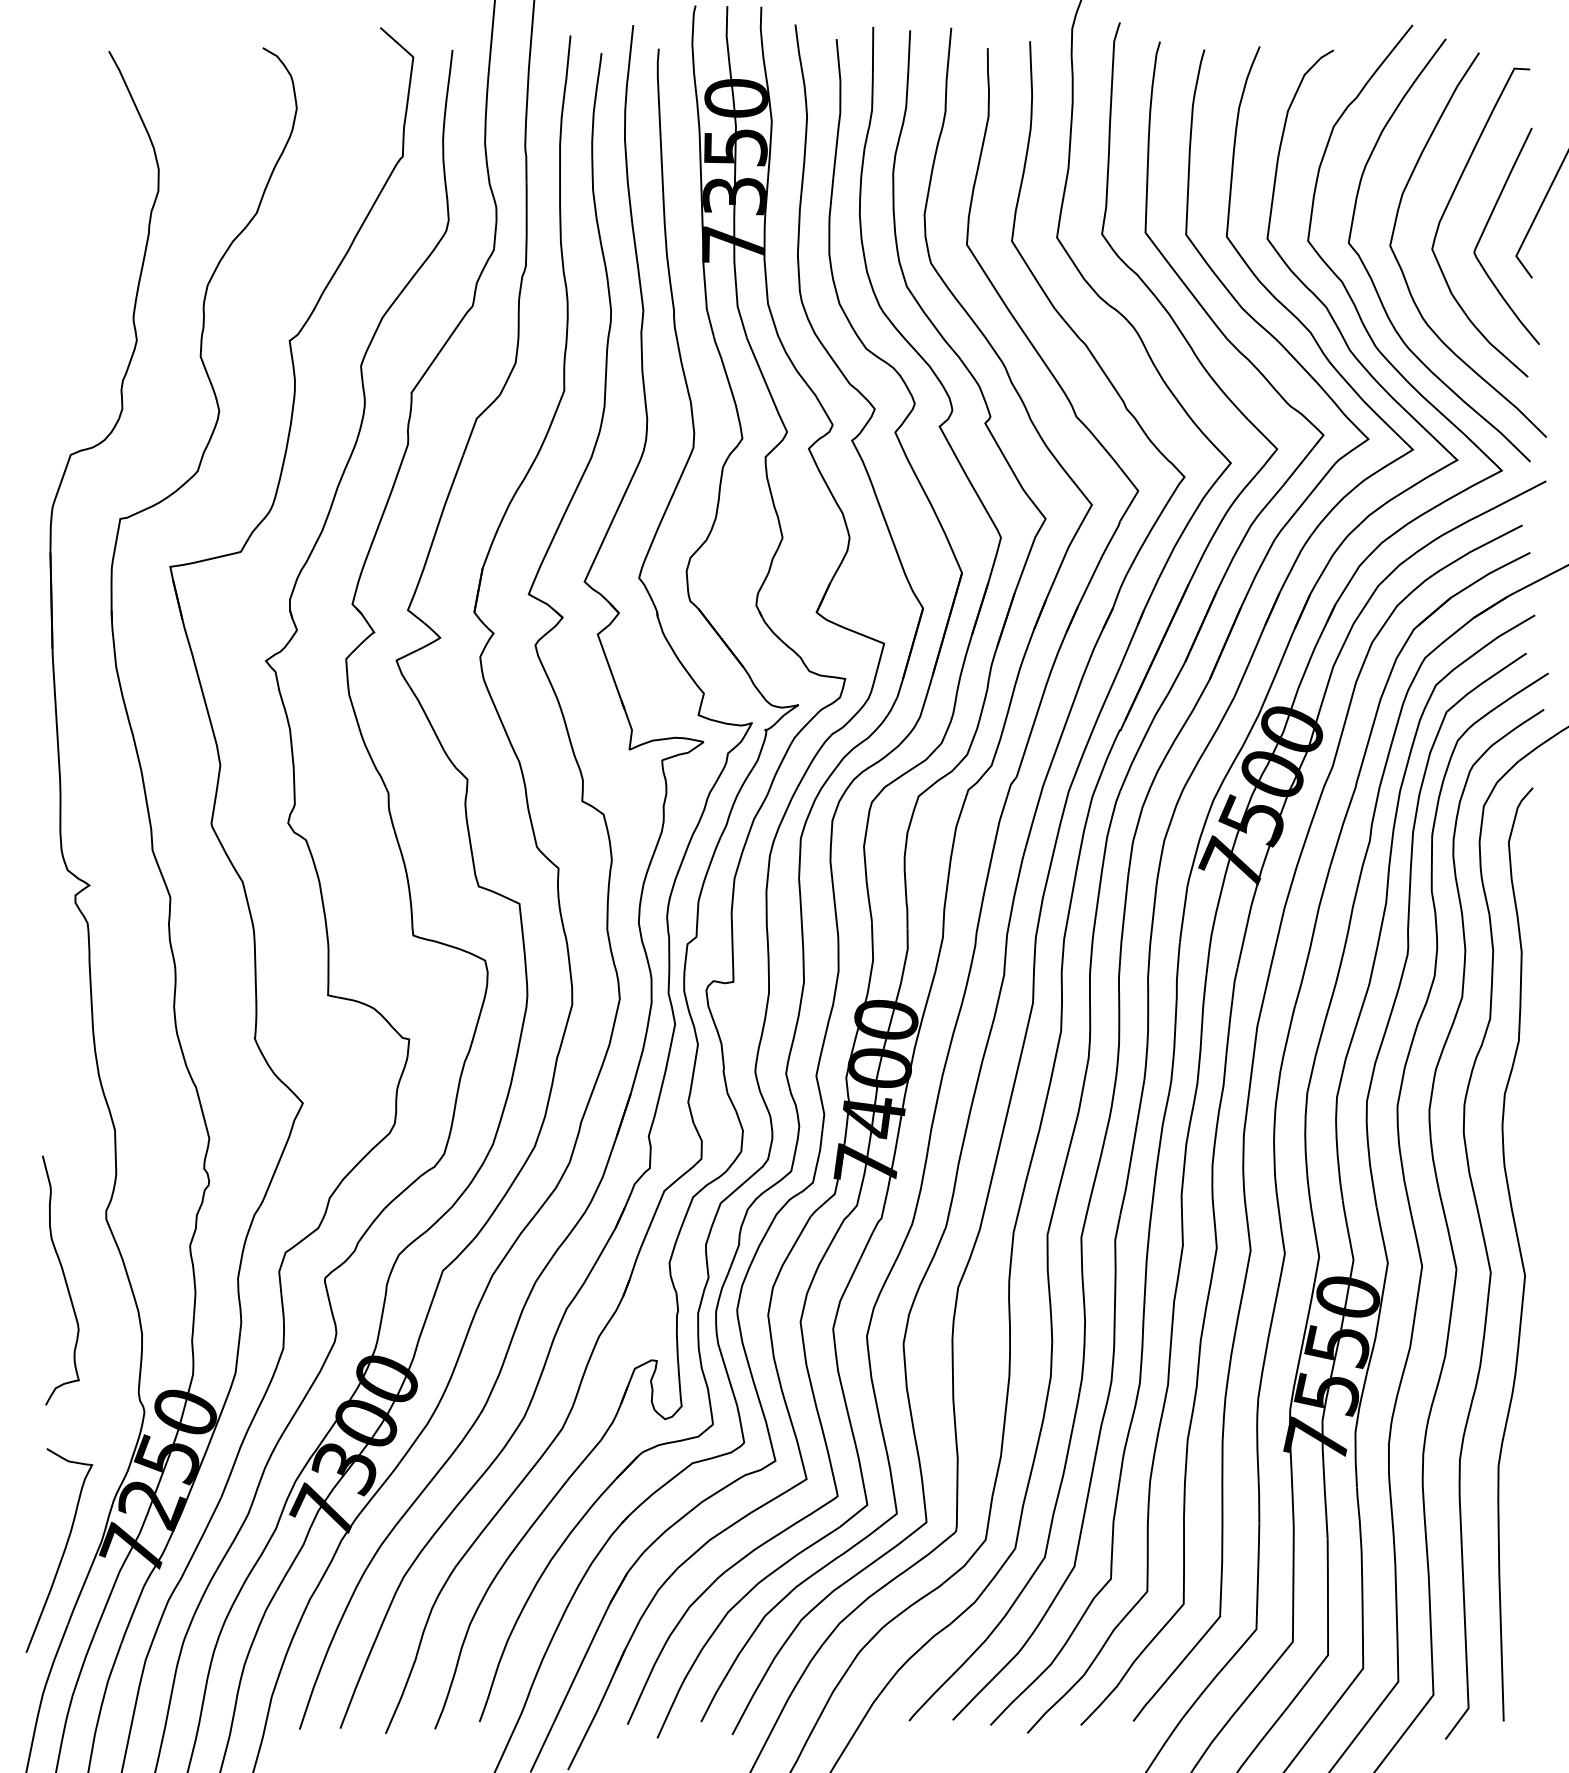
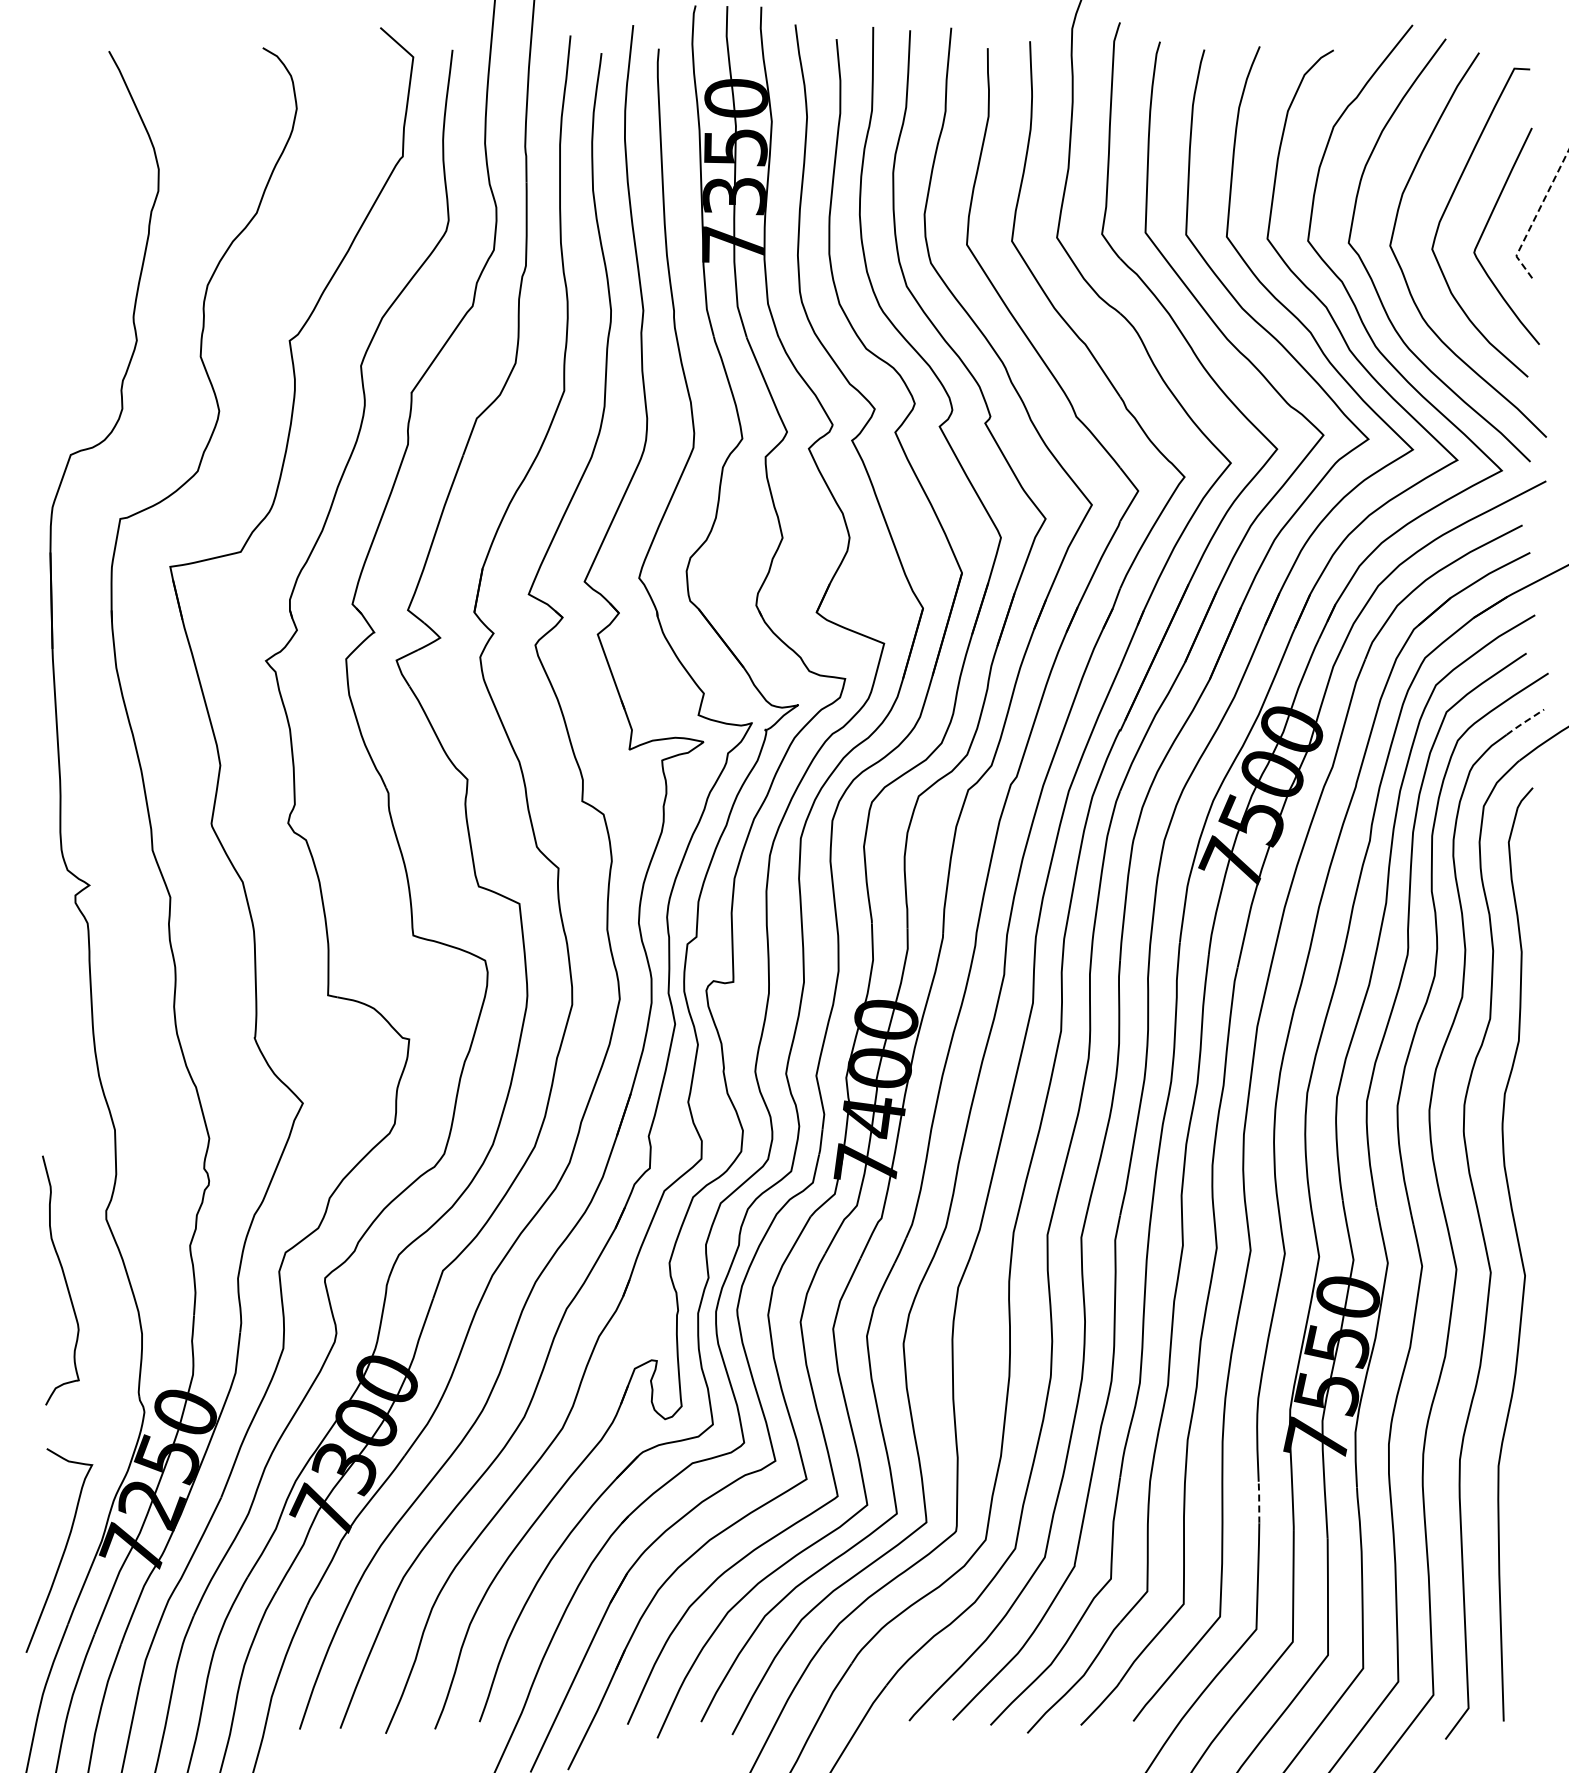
line at (1536, 216): solid -> dashed
line at (1524, 722): solid -> dashed
line at (1259, 1502): solid -> dashed
